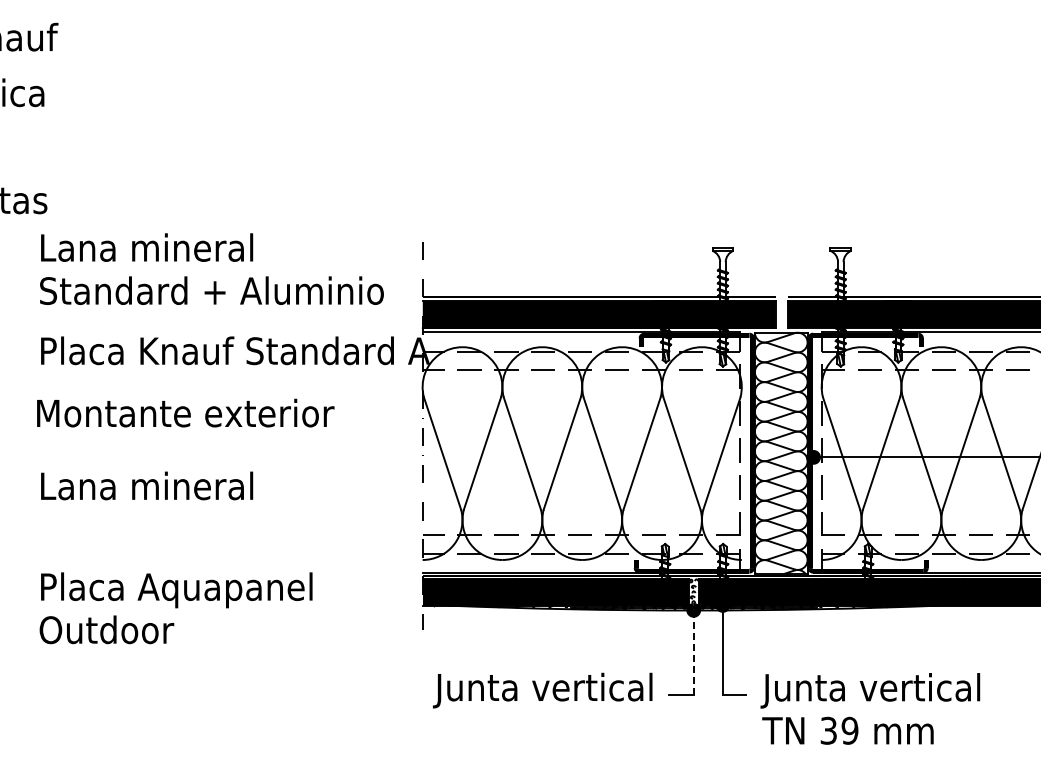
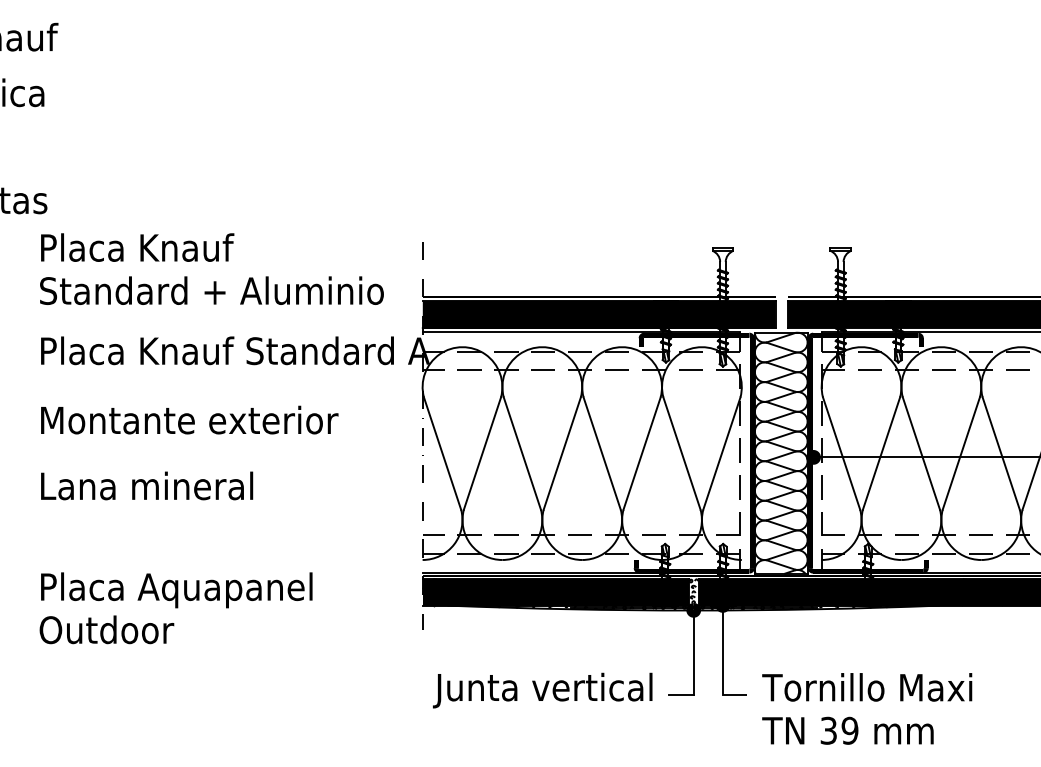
text at (148, 247): Lana mineral -> Placa Knauf
text at (185, 412) position: (185, 412) -> (189, 419)
line at (693, 652): dashed -> solid
text at (870, 690): Junta vertical -> Tornillo Maxi
